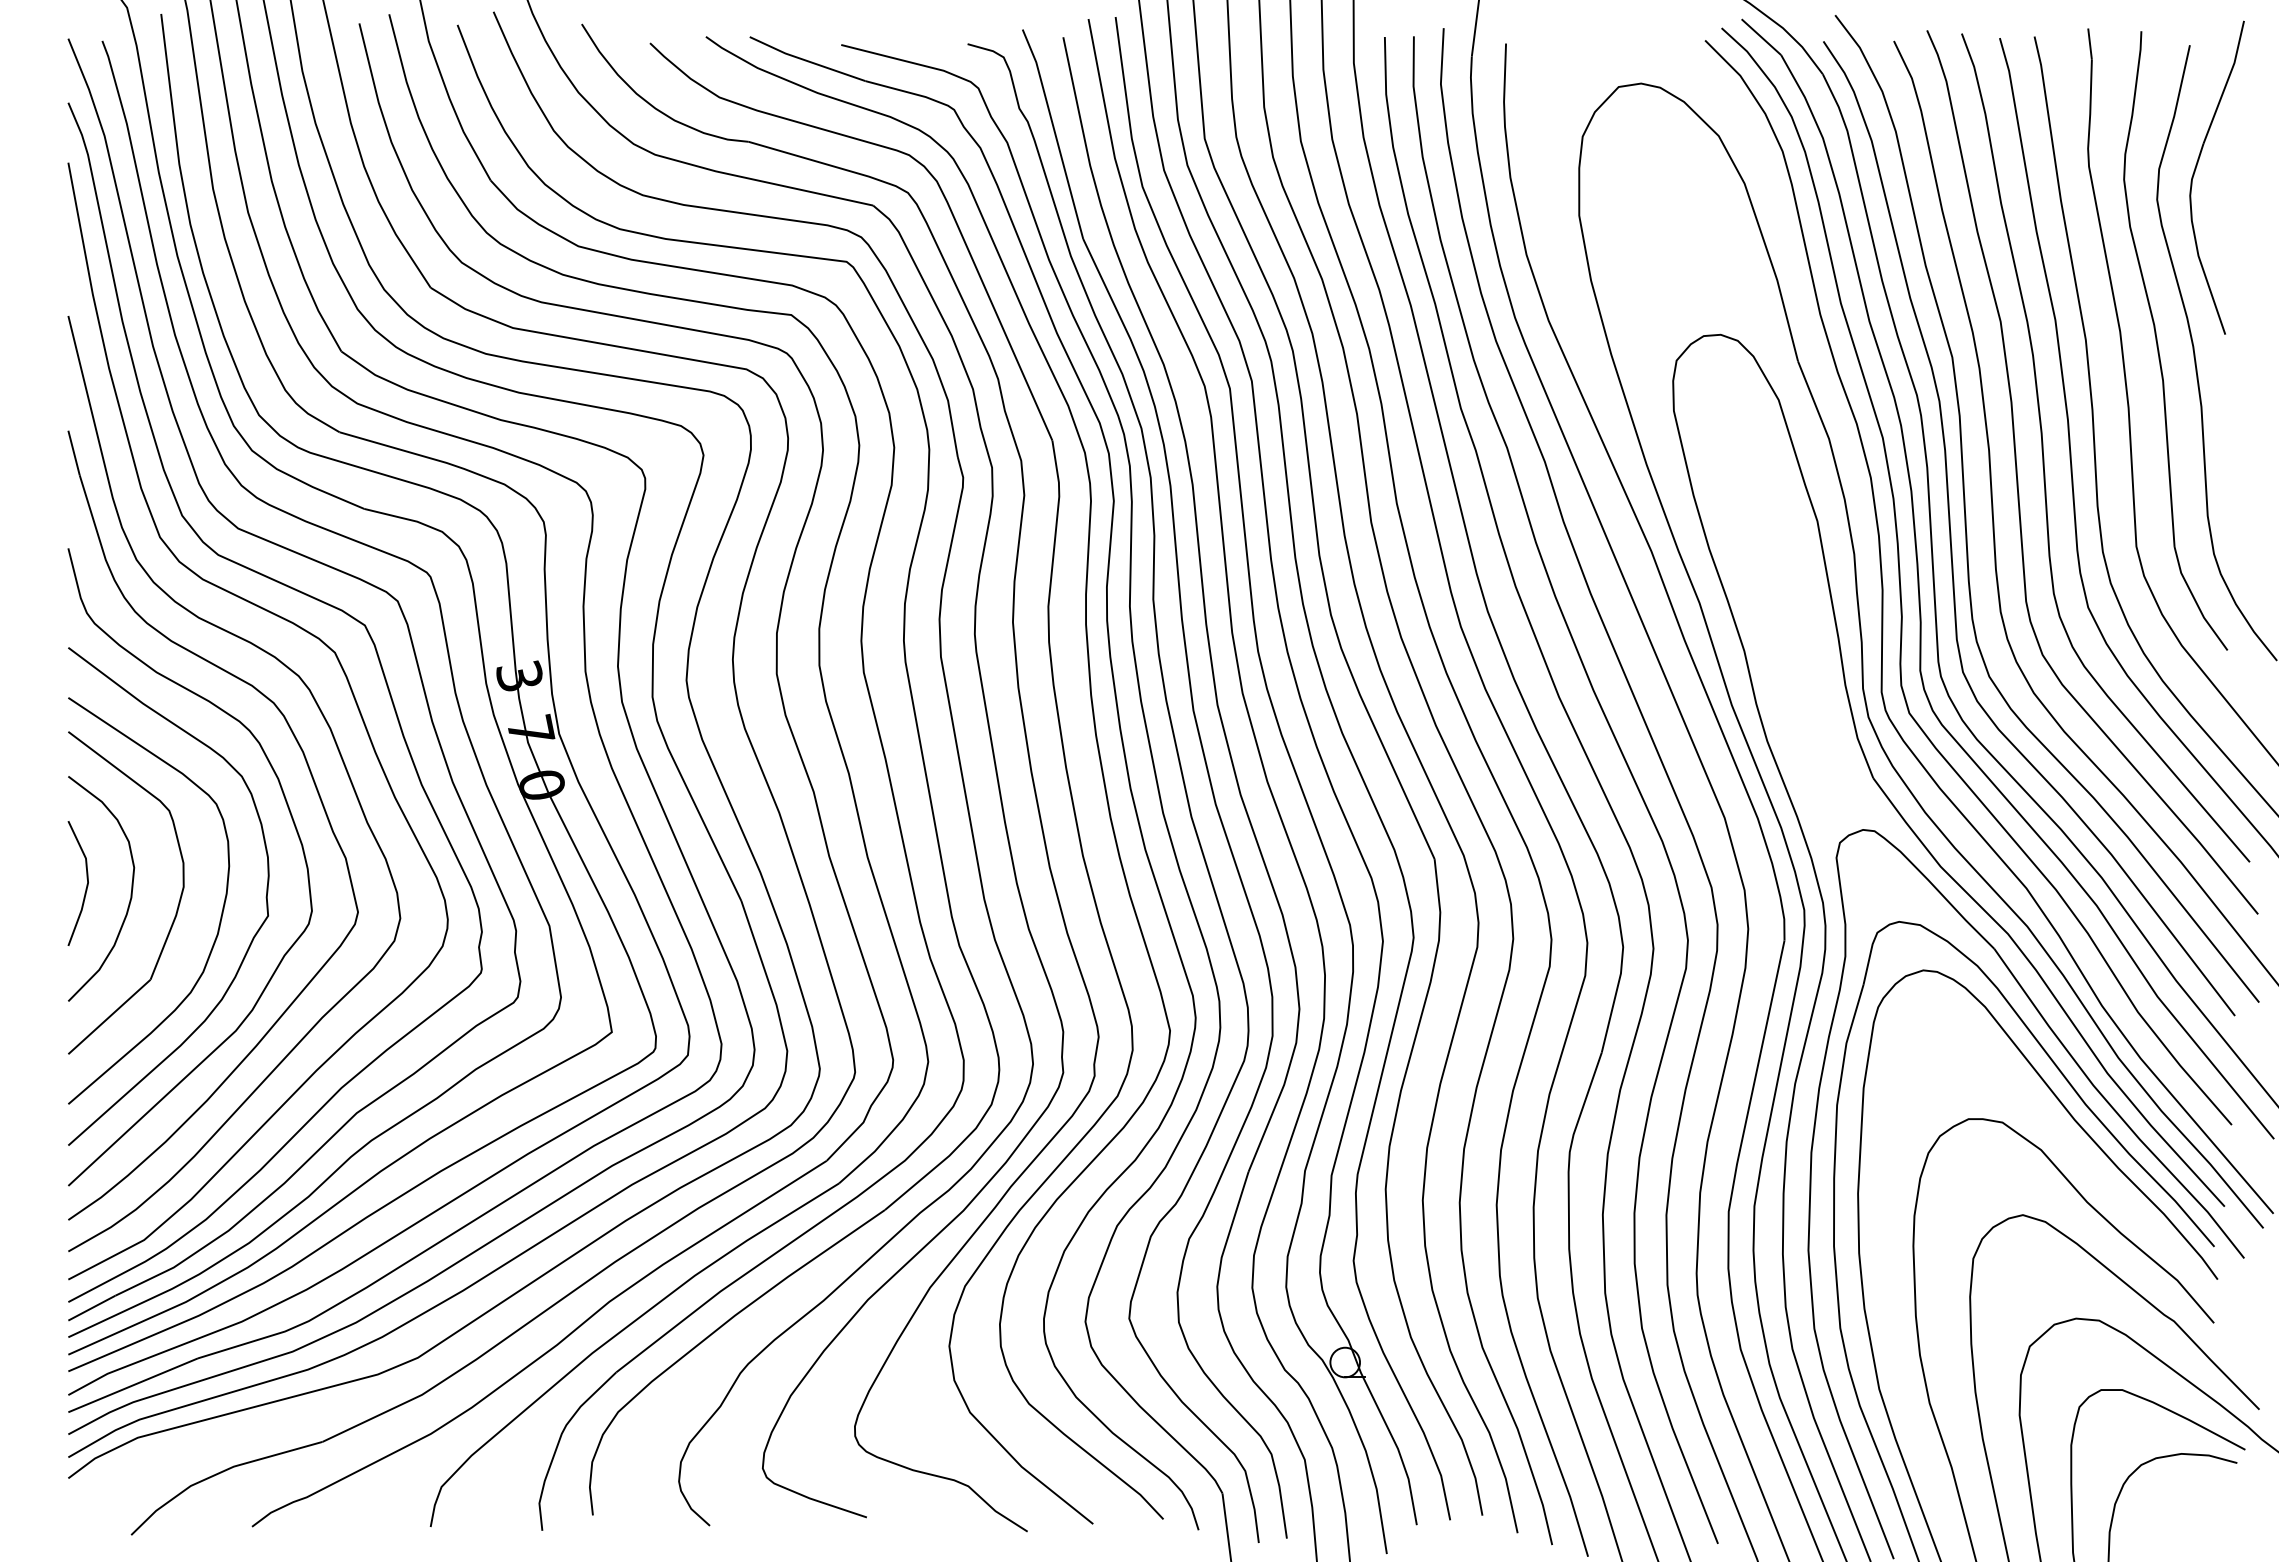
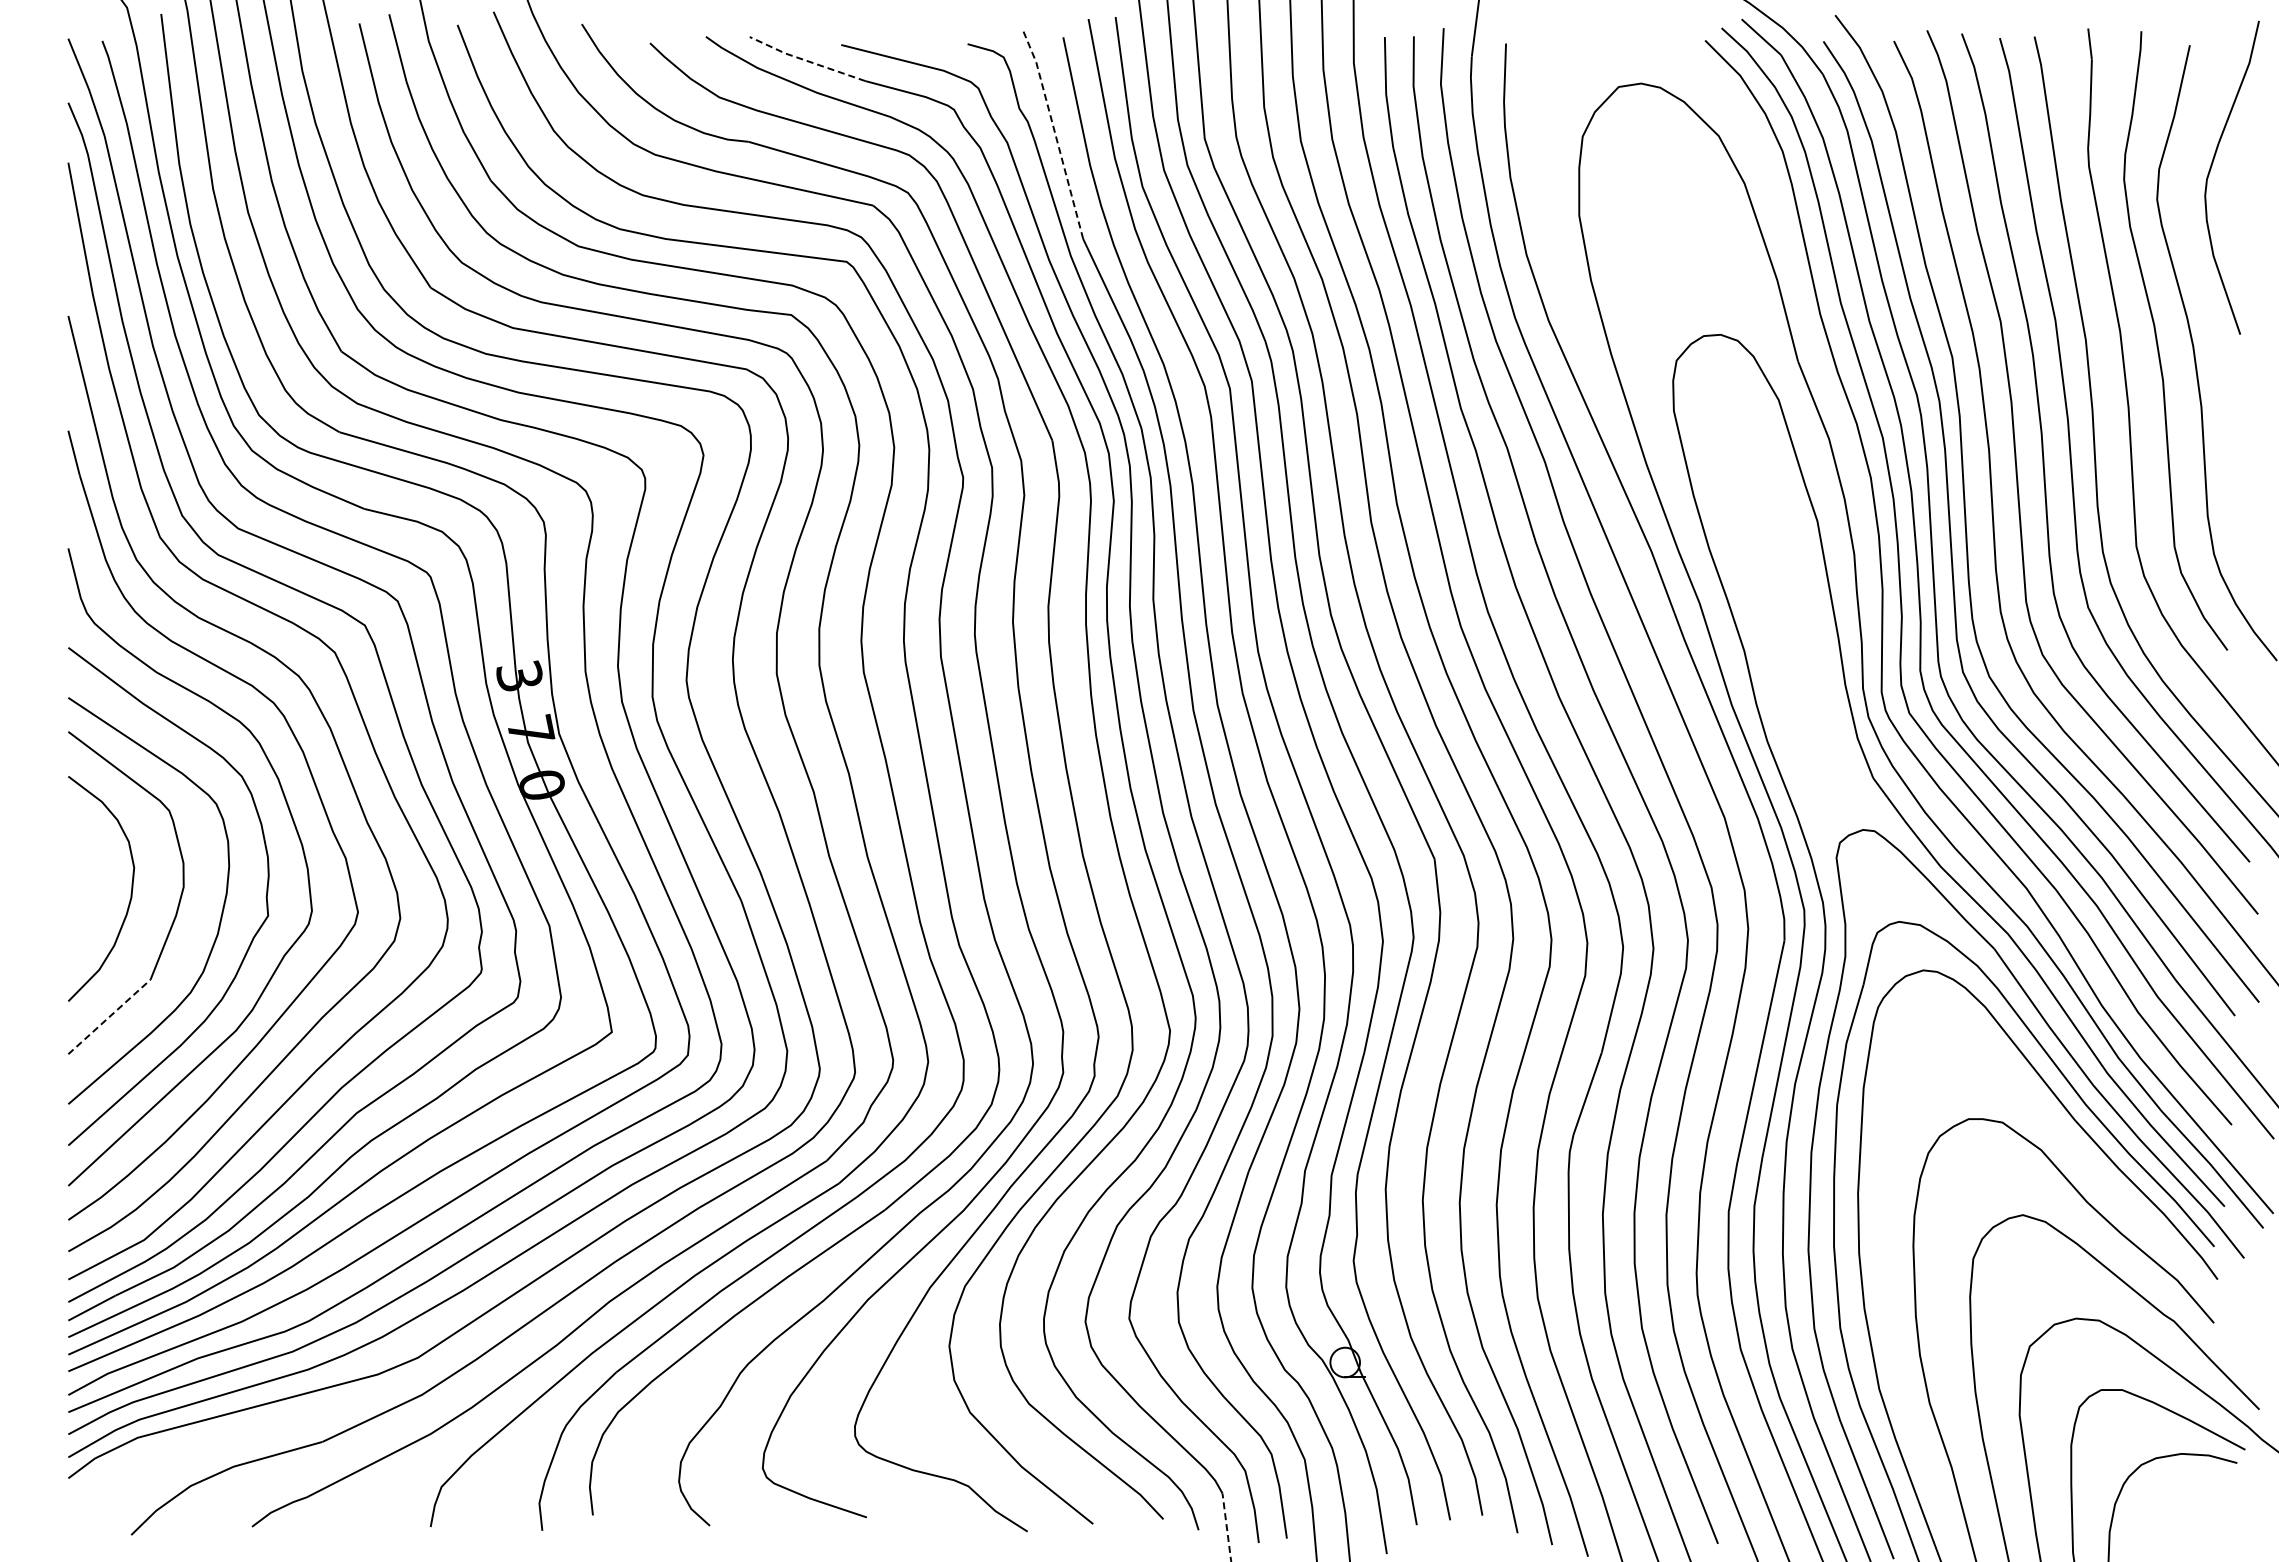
line at (806, 60): solid -> dashed
line at (1055, 132): solid -> dashed
part at (2196, 169) position: (2196, 169) -> (2211, 169)
line at (86, 884): present -> none
line at (109, 1016): solid -> dashed
line at (1226, 1527): solid -> dashed
